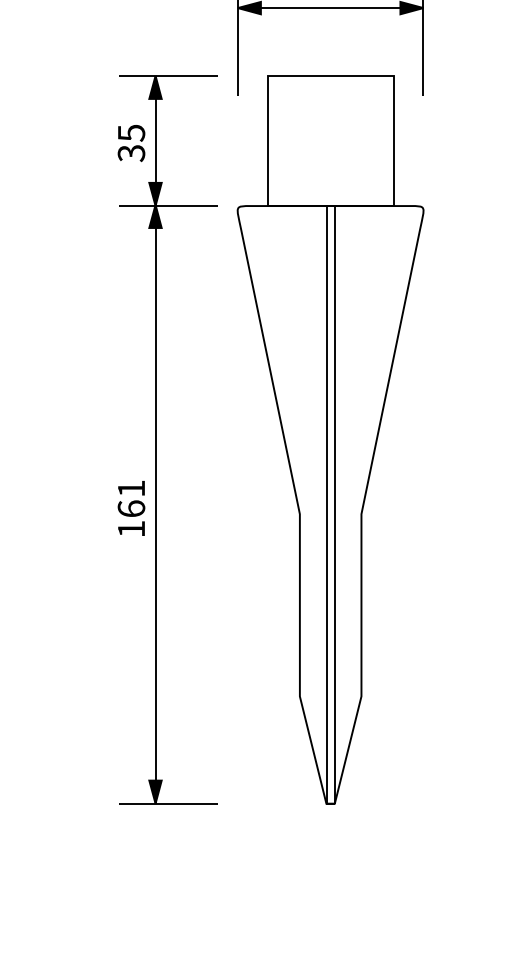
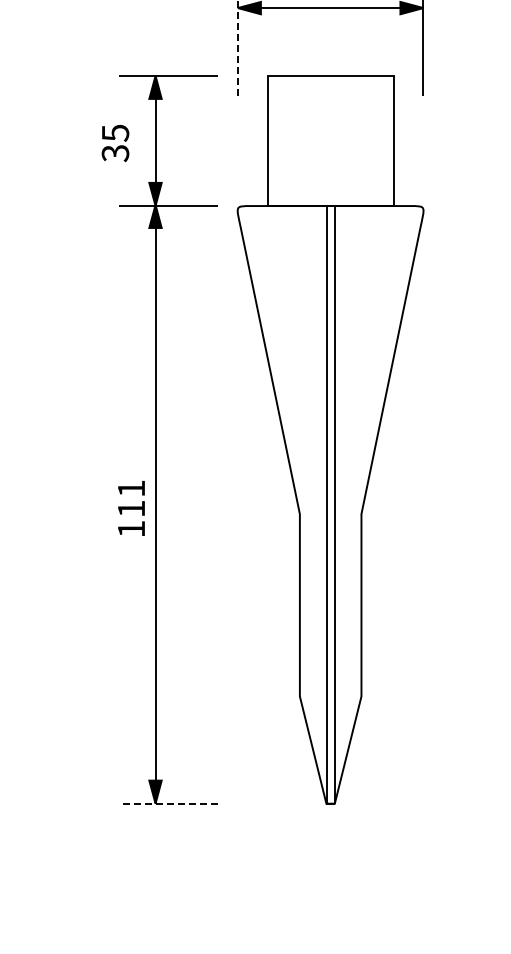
line at (237, 48): solid -> dashed
text at (131, 143) position: (131, 143) -> (115, 143)
text at (131, 508): 161 -> 111
line at (168, 803): solid -> dashed
